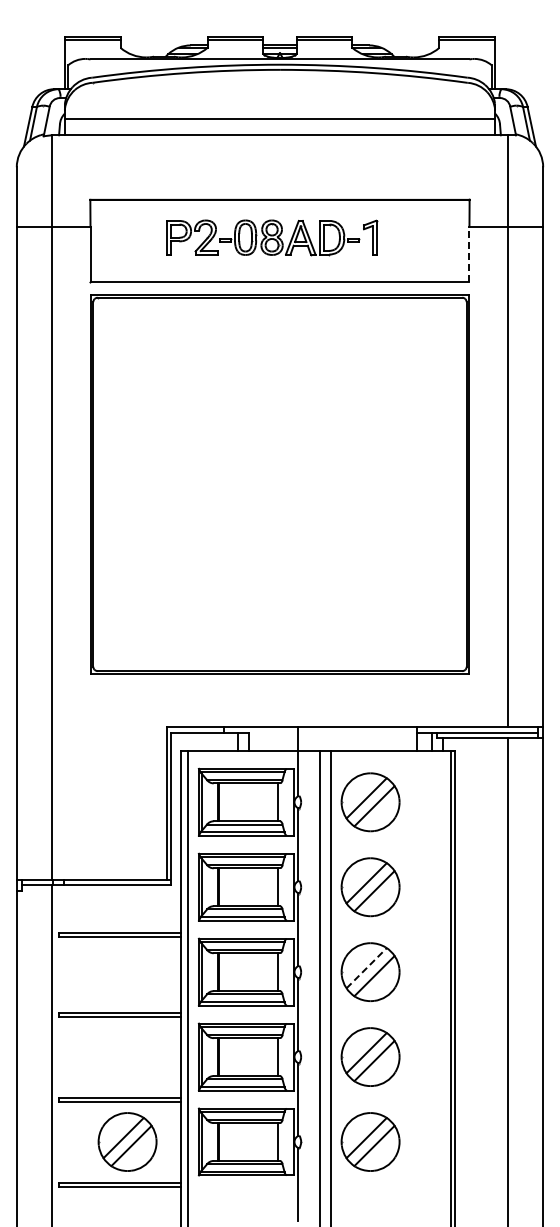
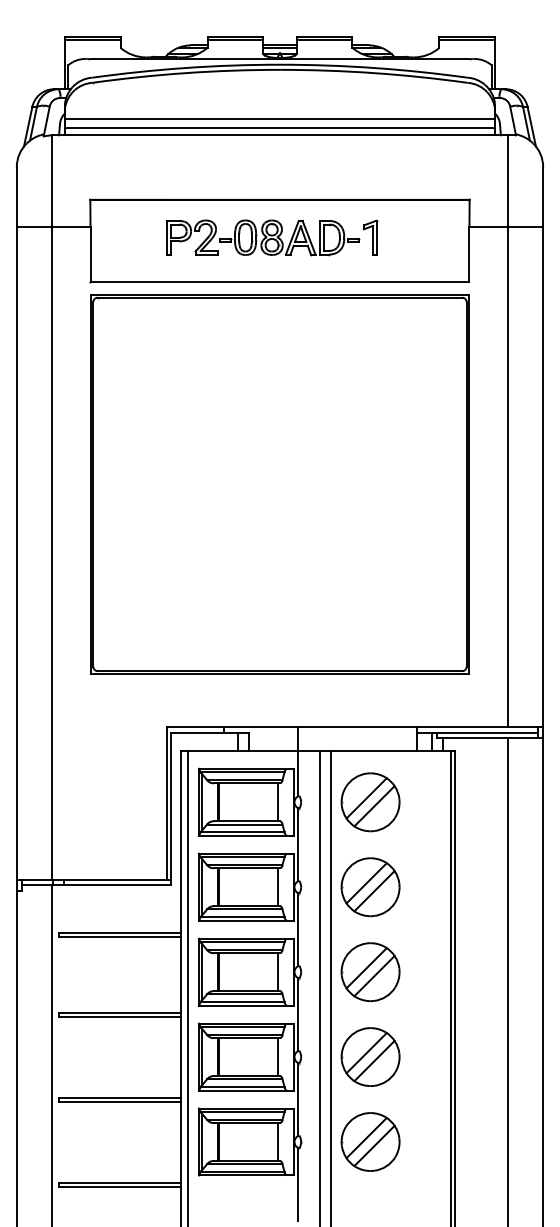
line at (279, 127): none -> present
line at (469, 254): dashed -> solid
line at (367, 967): dashed -> solid
part at (127, 1141): present -> none
